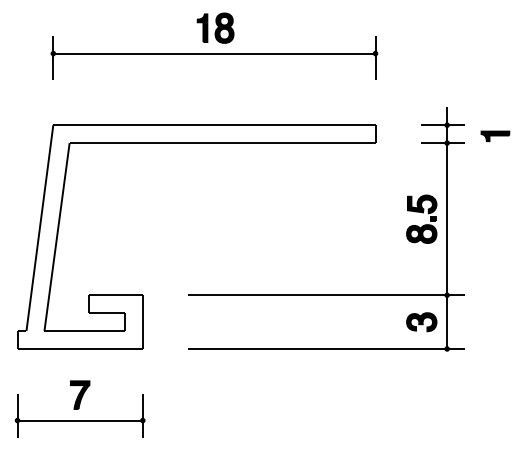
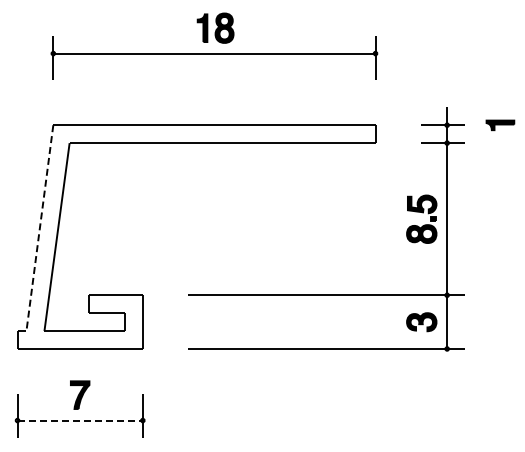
part at (495, 136) position: (495, 136) -> (500, 125)
line at (39, 228): solid -> dashed
line at (80, 420): solid -> dashed
